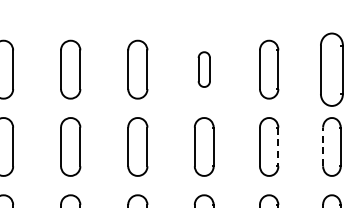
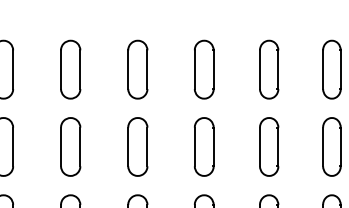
part at (203, 69) size: 14x37 px -> 21x61 px
part at (331, 69) size: 24x75 px -> 20x61 px
line at (323, 146): dashed -> solid
line at (278, 147): dashed -> solid
